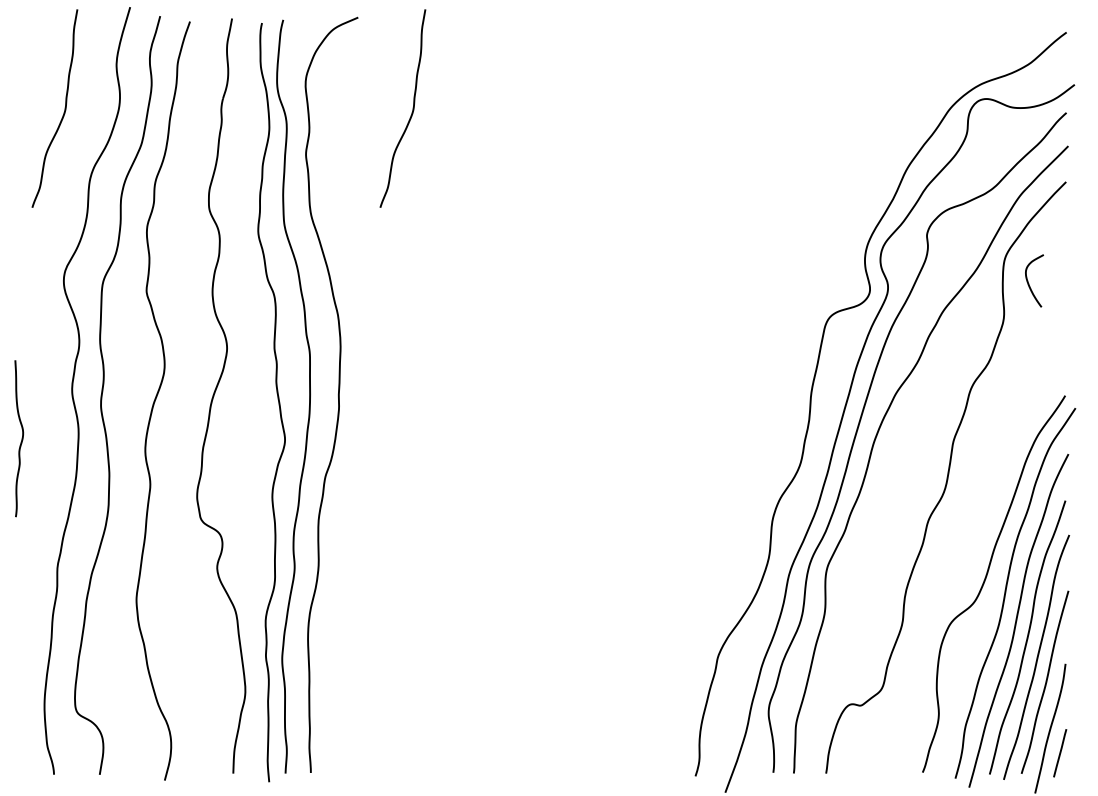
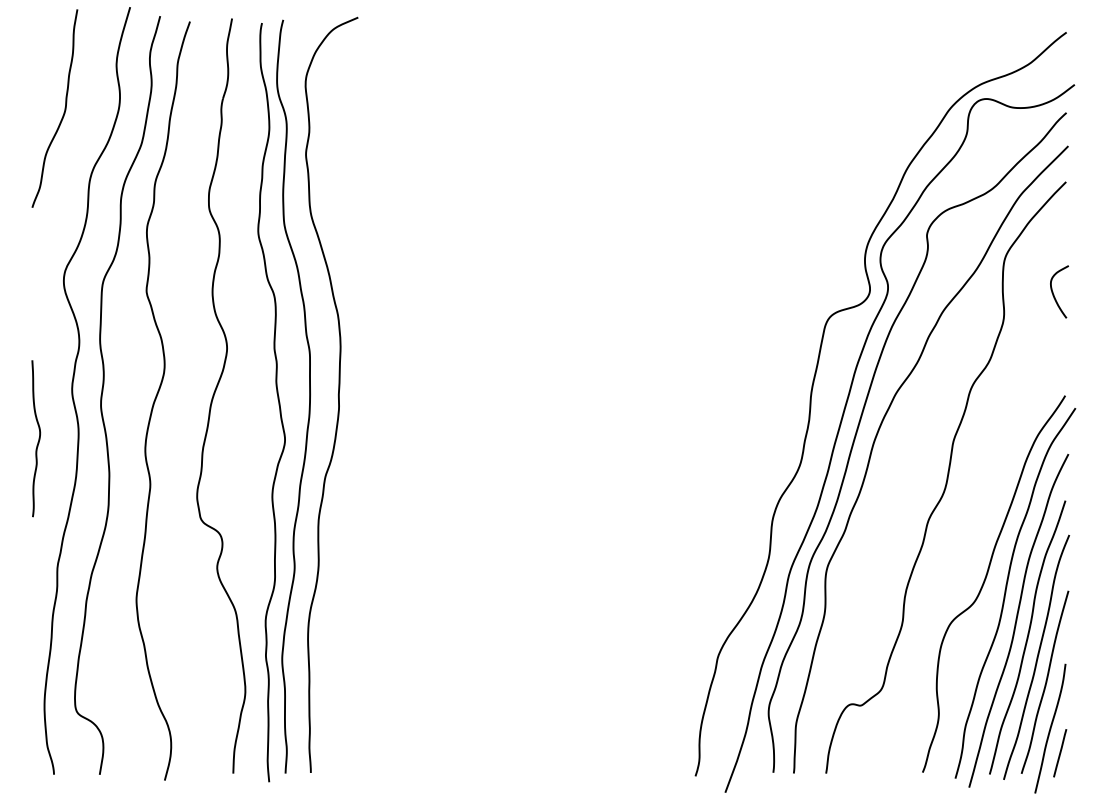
curve at (411, 112): present -> none
curve at (1029, 283) position: (1029, 283) -> (1054, 294)
curve at (21, 438) position: (21, 438) -> (38, 438)
